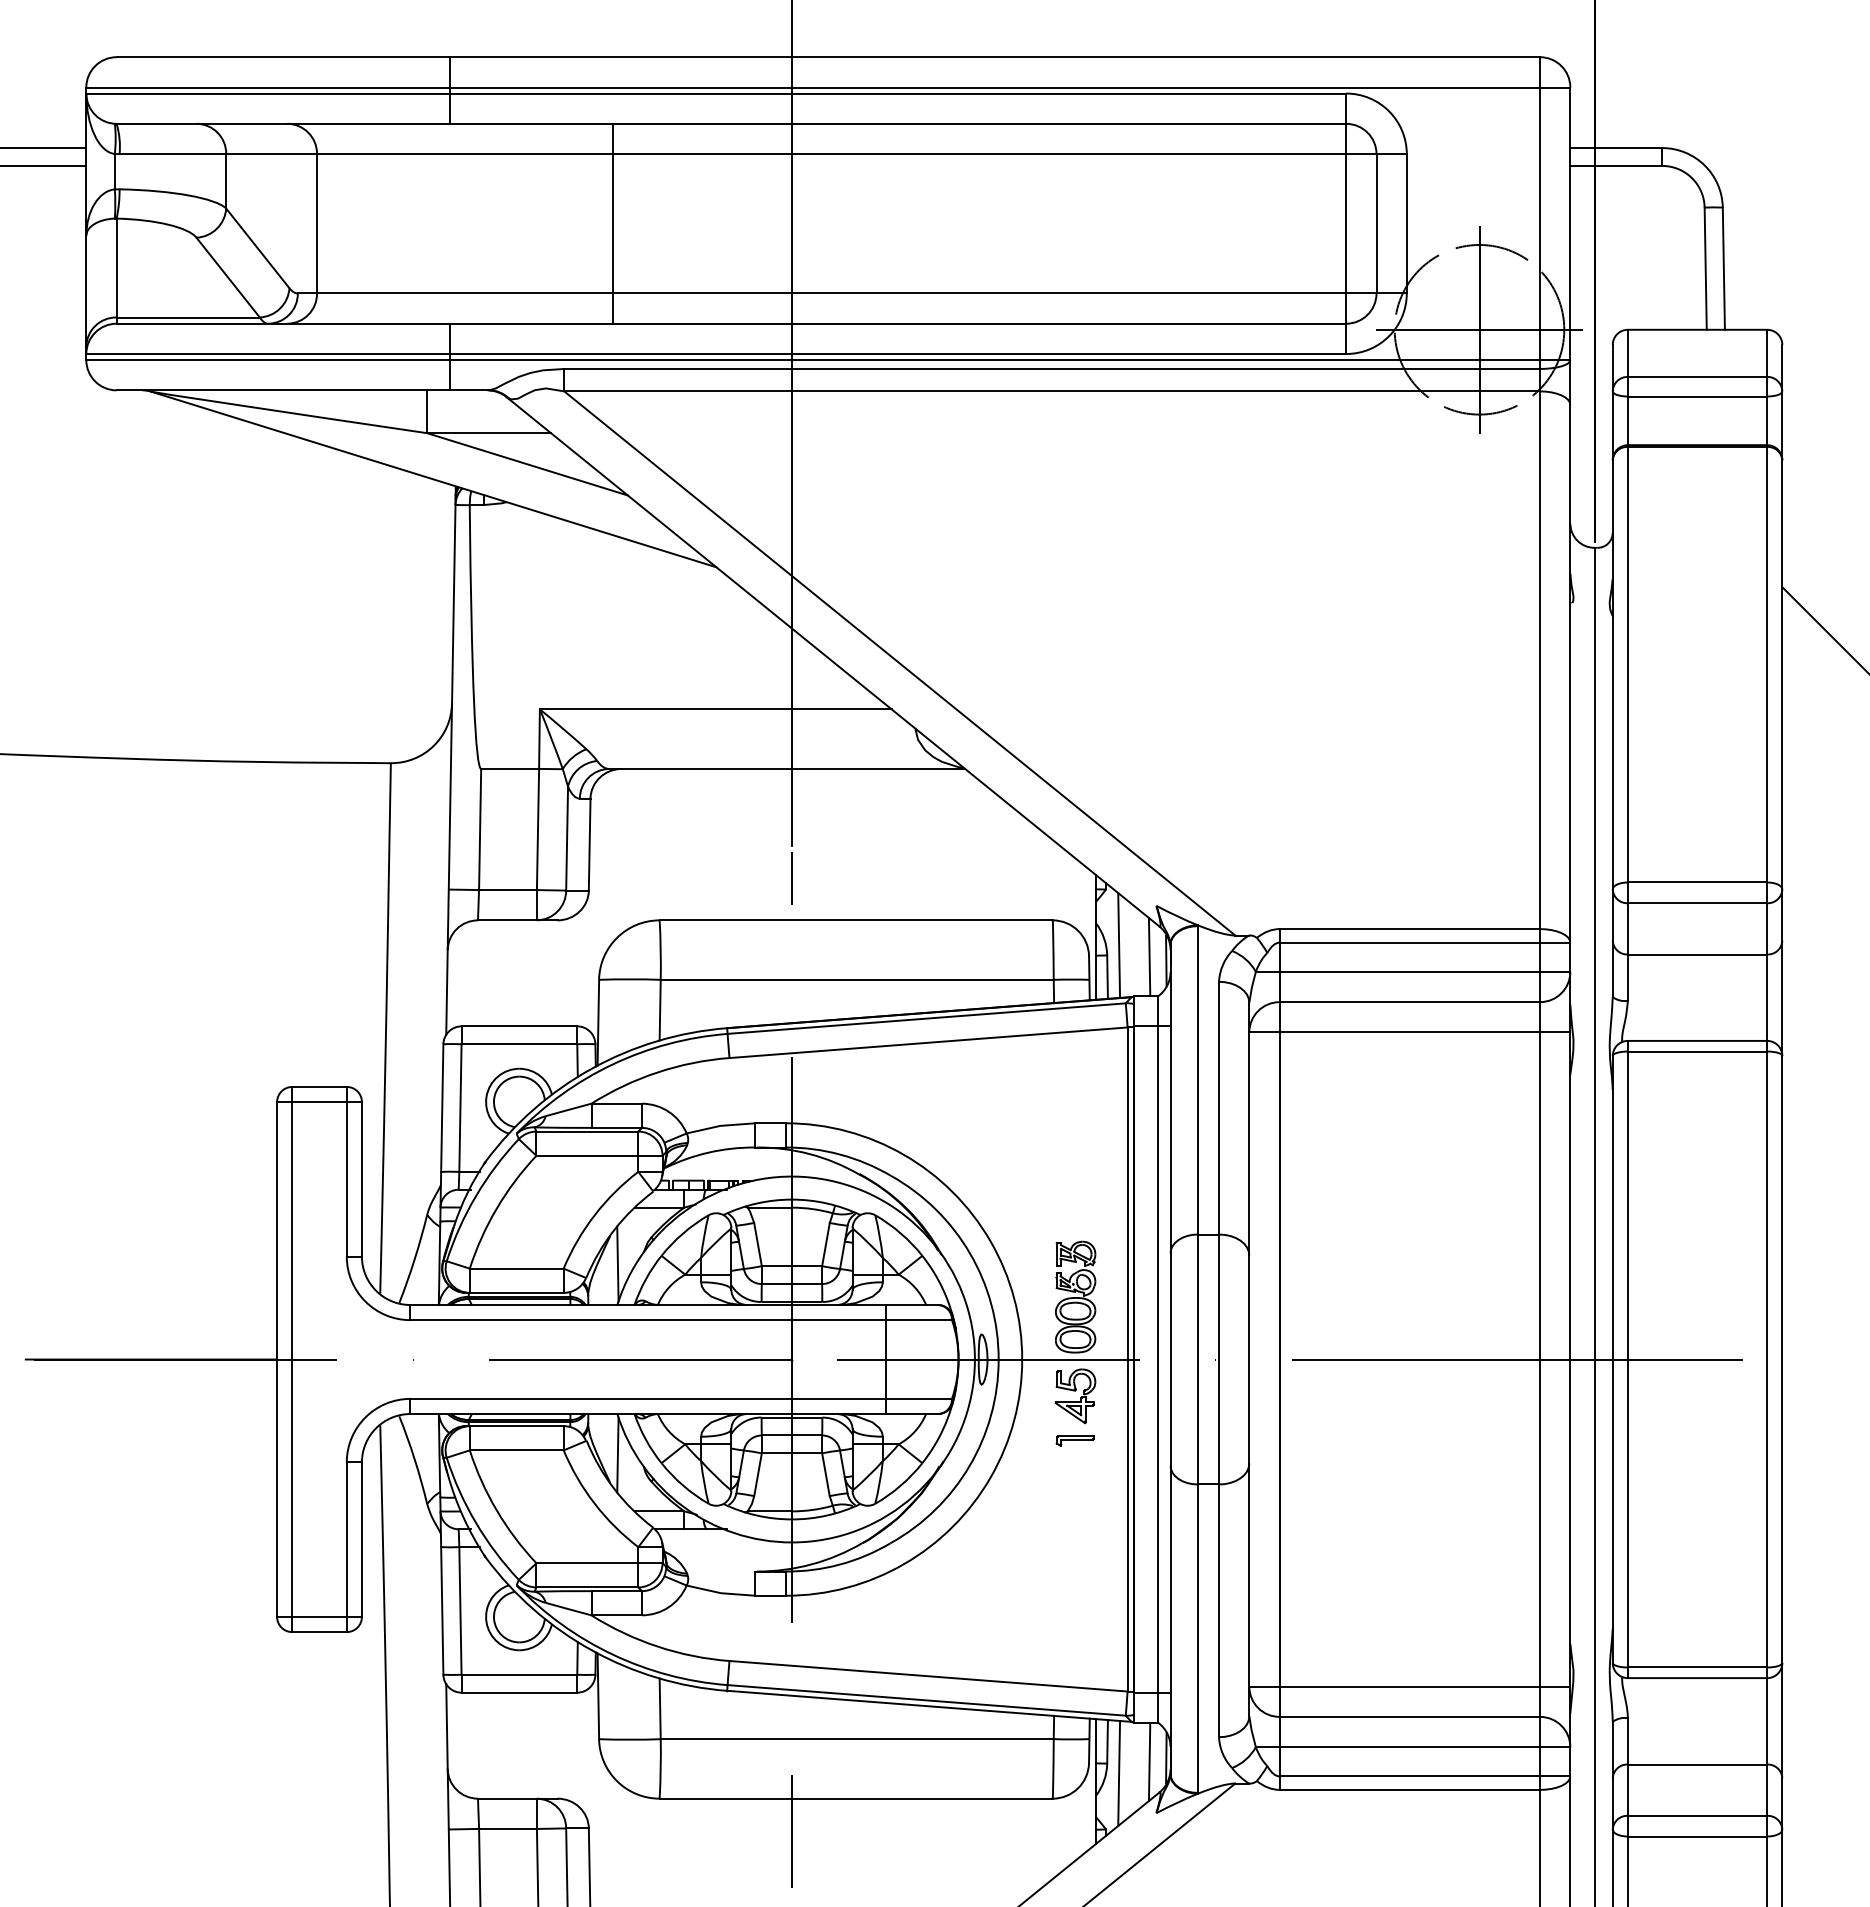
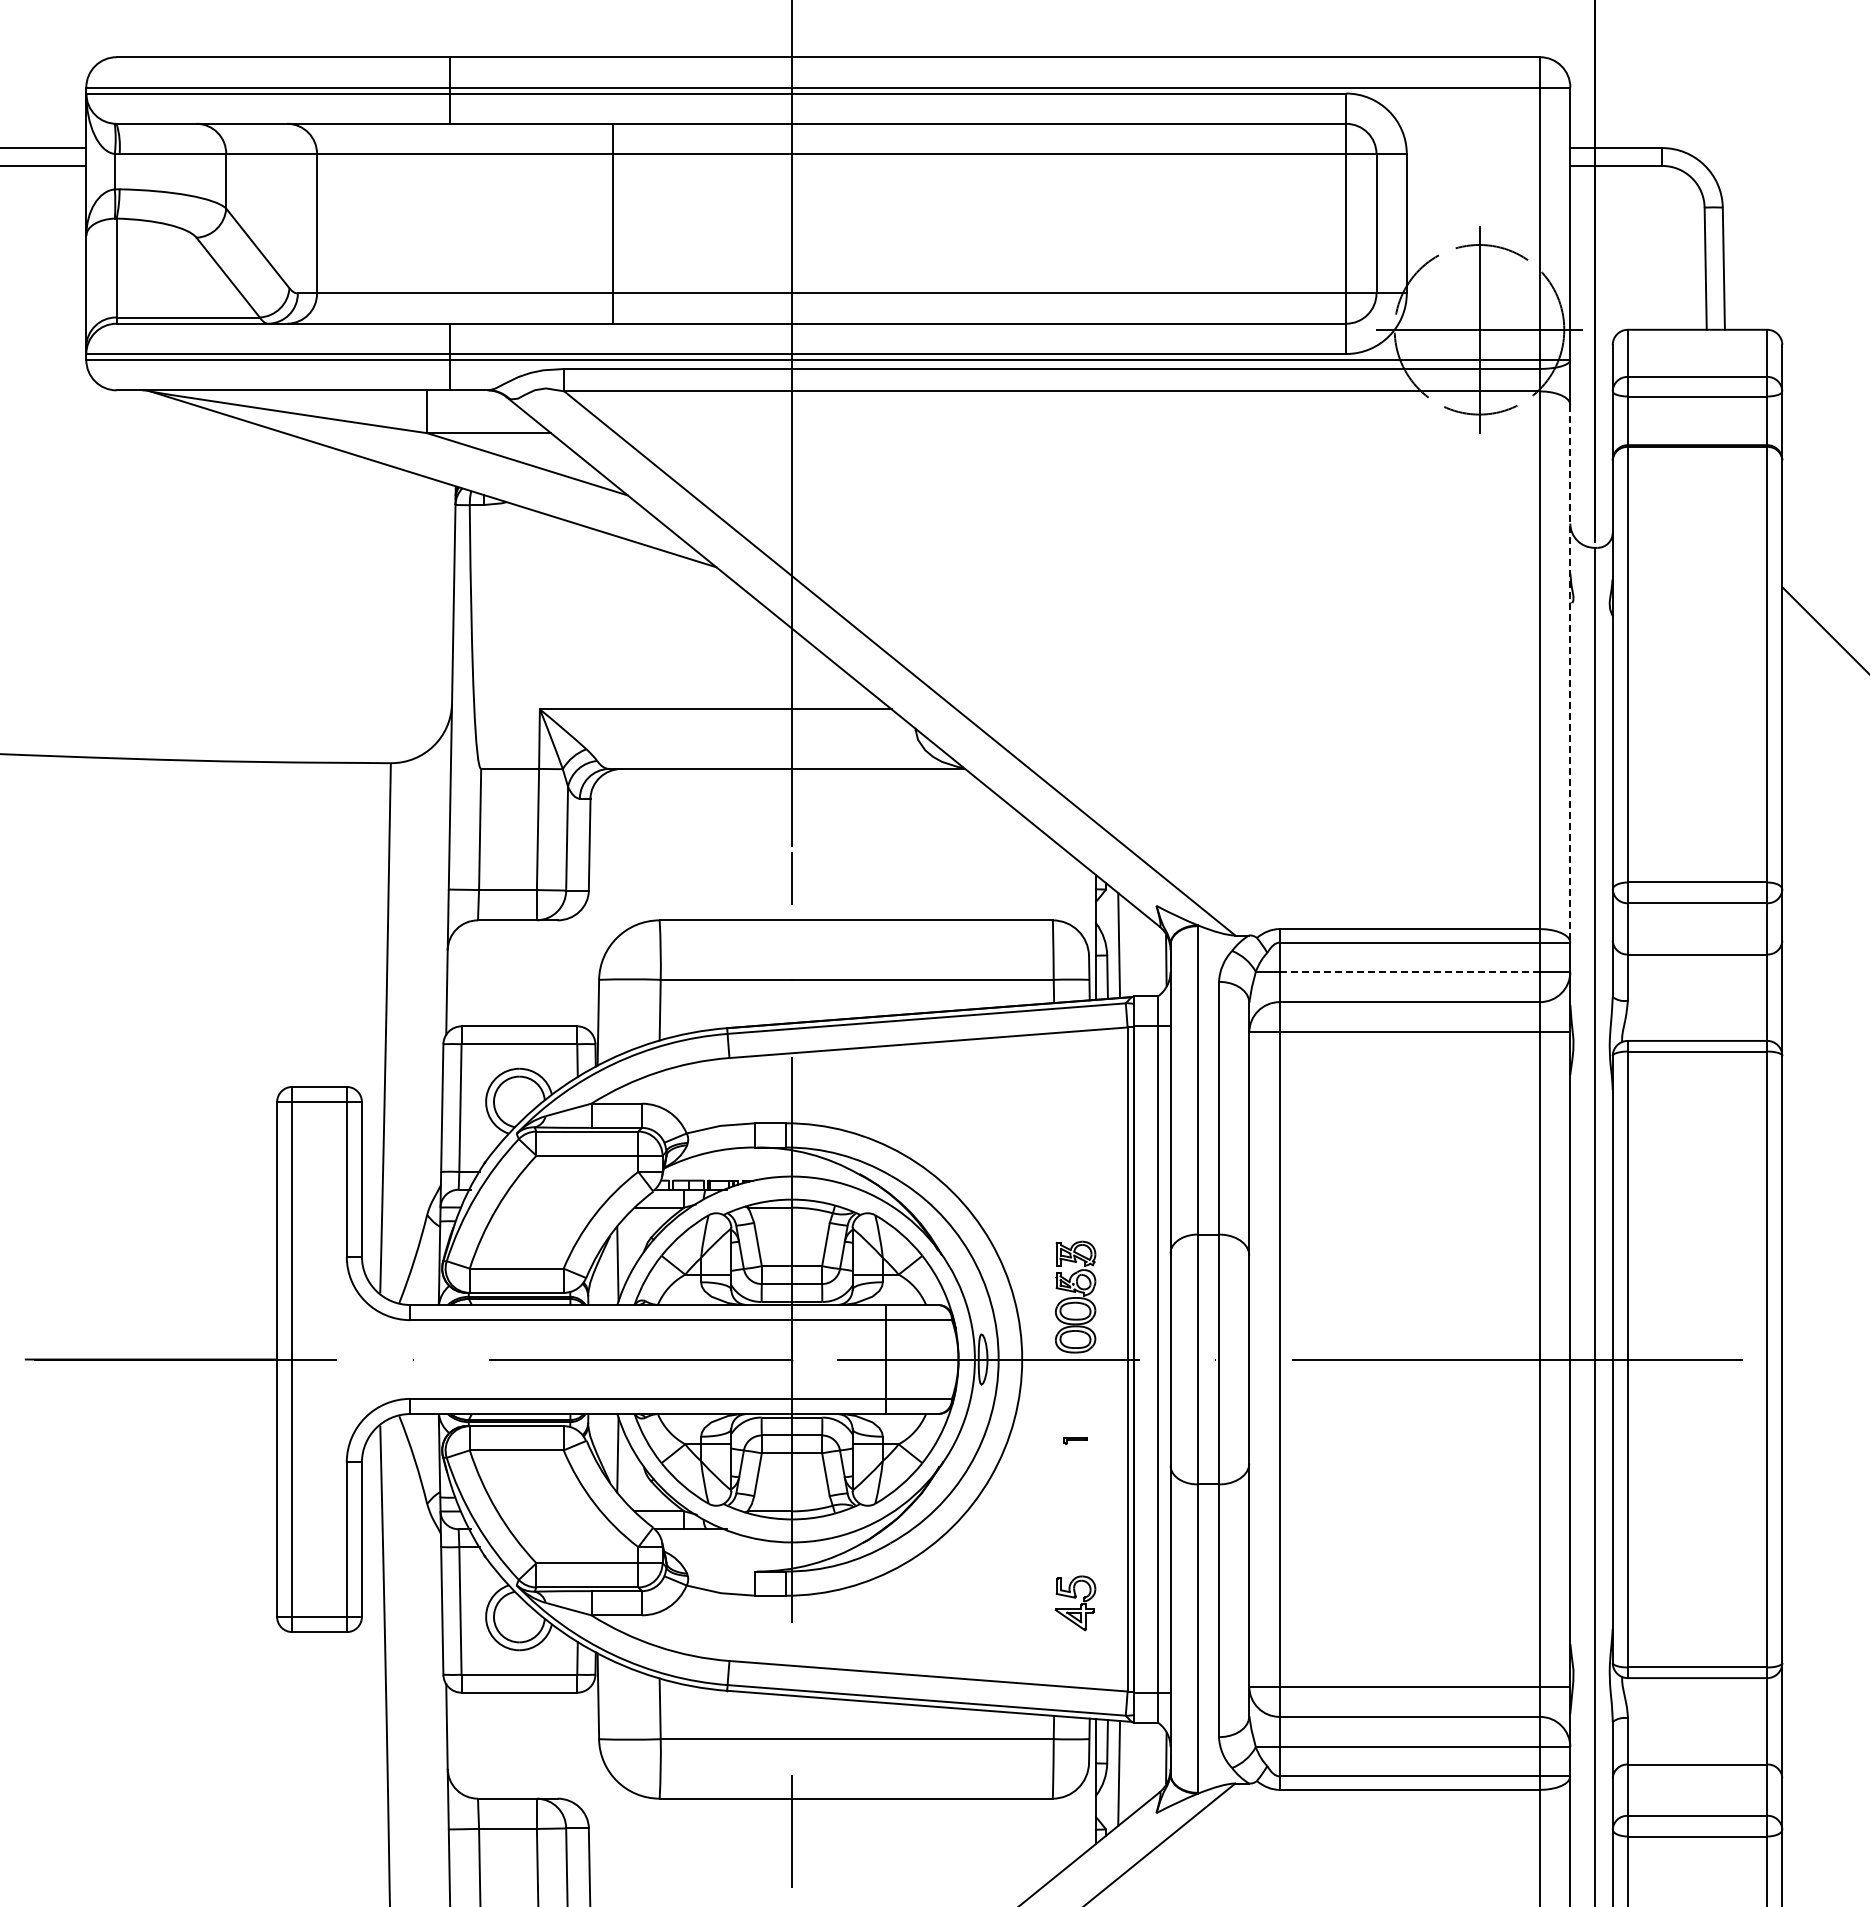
line at (1570, 673): solid -> dashed
line at (1149, 956): present -> none
line at (1410, 971): solid -> dashed
part at (1075, 1396) position: (1075, 1396) -> (1075, 1603)
part at (1074, 1440) size: 40x12 px -> 25x8 px
line at (1149, 1761): present -> none
